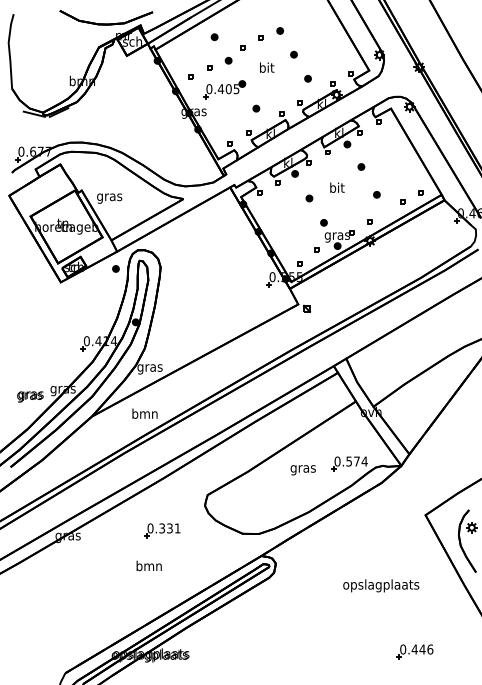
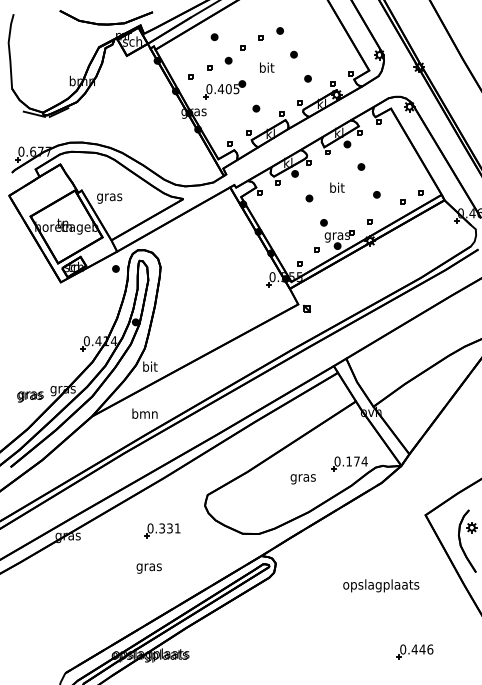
text at (149, 367): gras -> bit
text at (348, 461): 0.574 -> 0.174
text at (302, 470) position: (302, 470) -> (302, 479)
text at (148, 566): bmn -> gras
